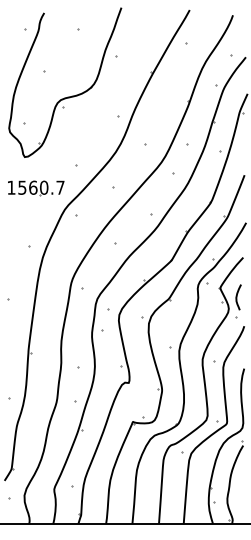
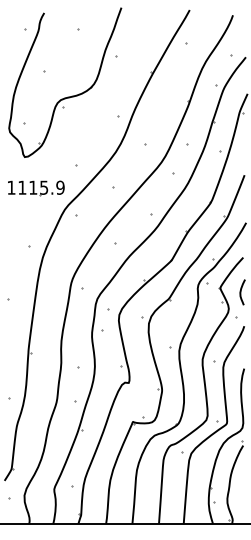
text at (41, 187): 1560.7 -> 1115.9
curve at (237, 297) position: (237, 297) -> (241, 292)
